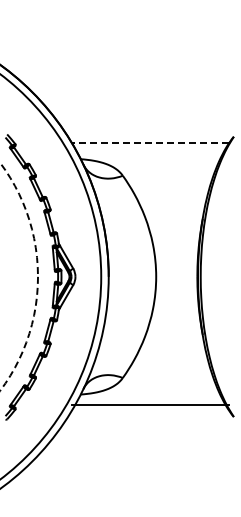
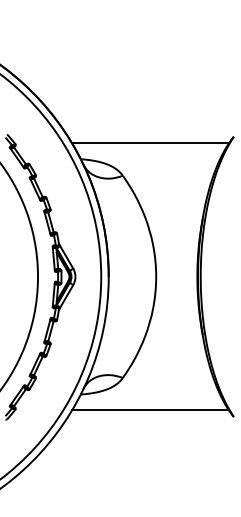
line at (149, 143): dashed -> solid
circle at (19, 276): dashed -> solid
line at (150, 405) position: (150, 405) -> (150, 410)
